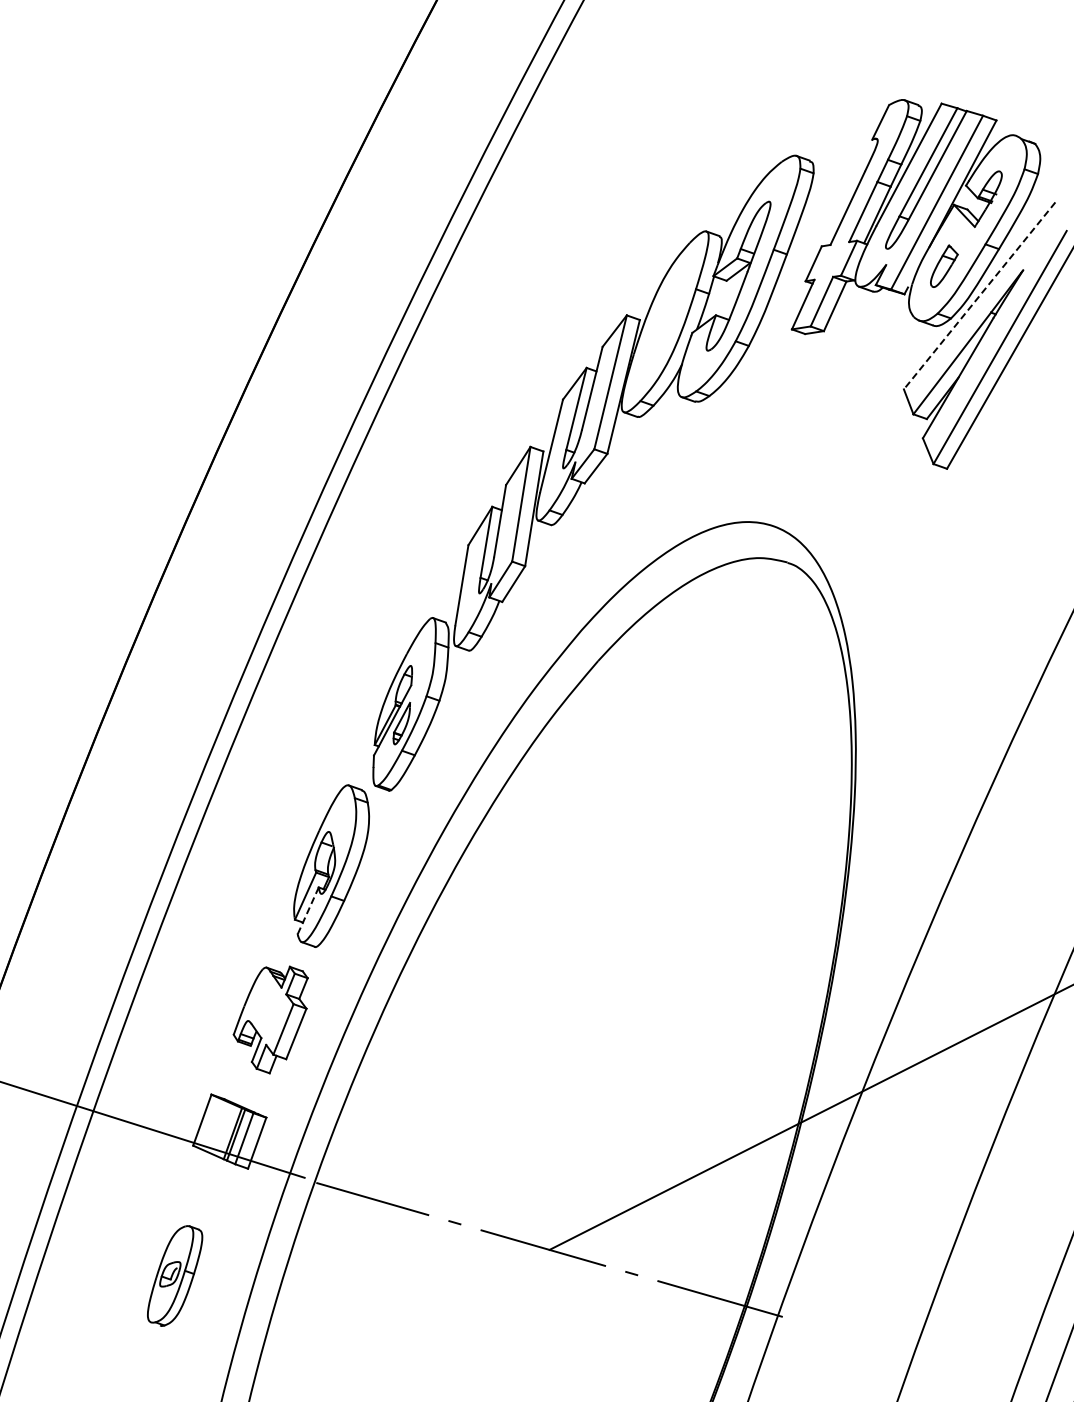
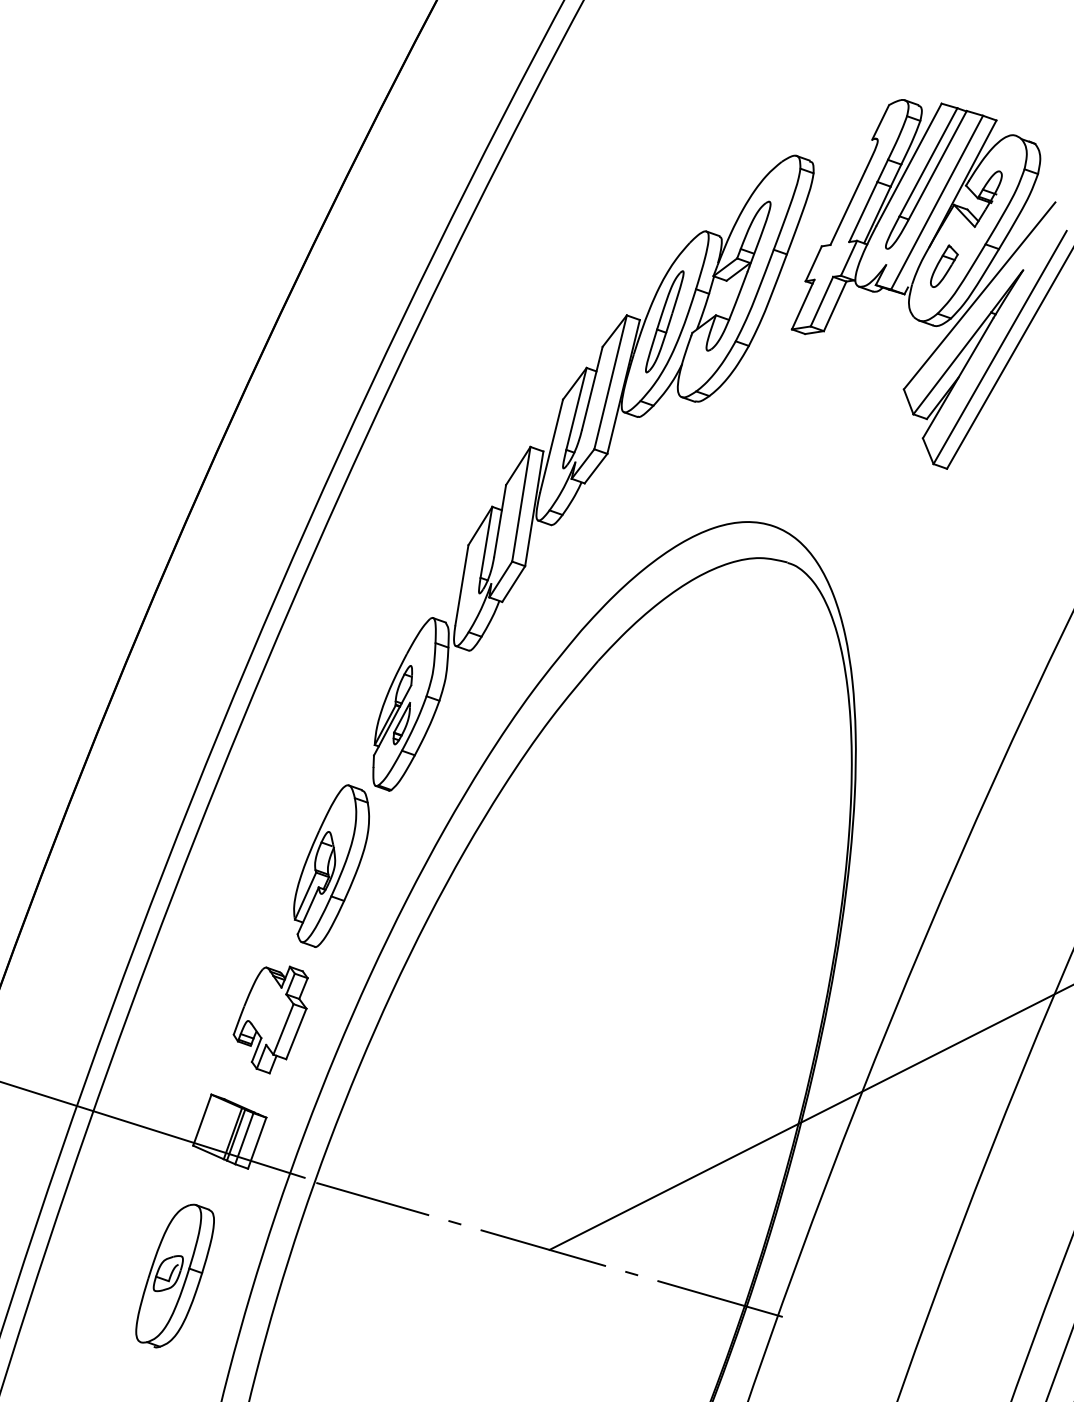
line at (979, 296): dashed -> solid
part at (664, 321): none -> present
line at (308, 910): dashed -> solid
part at (175, 1275) size: 57x102 px -> 80x146 px
